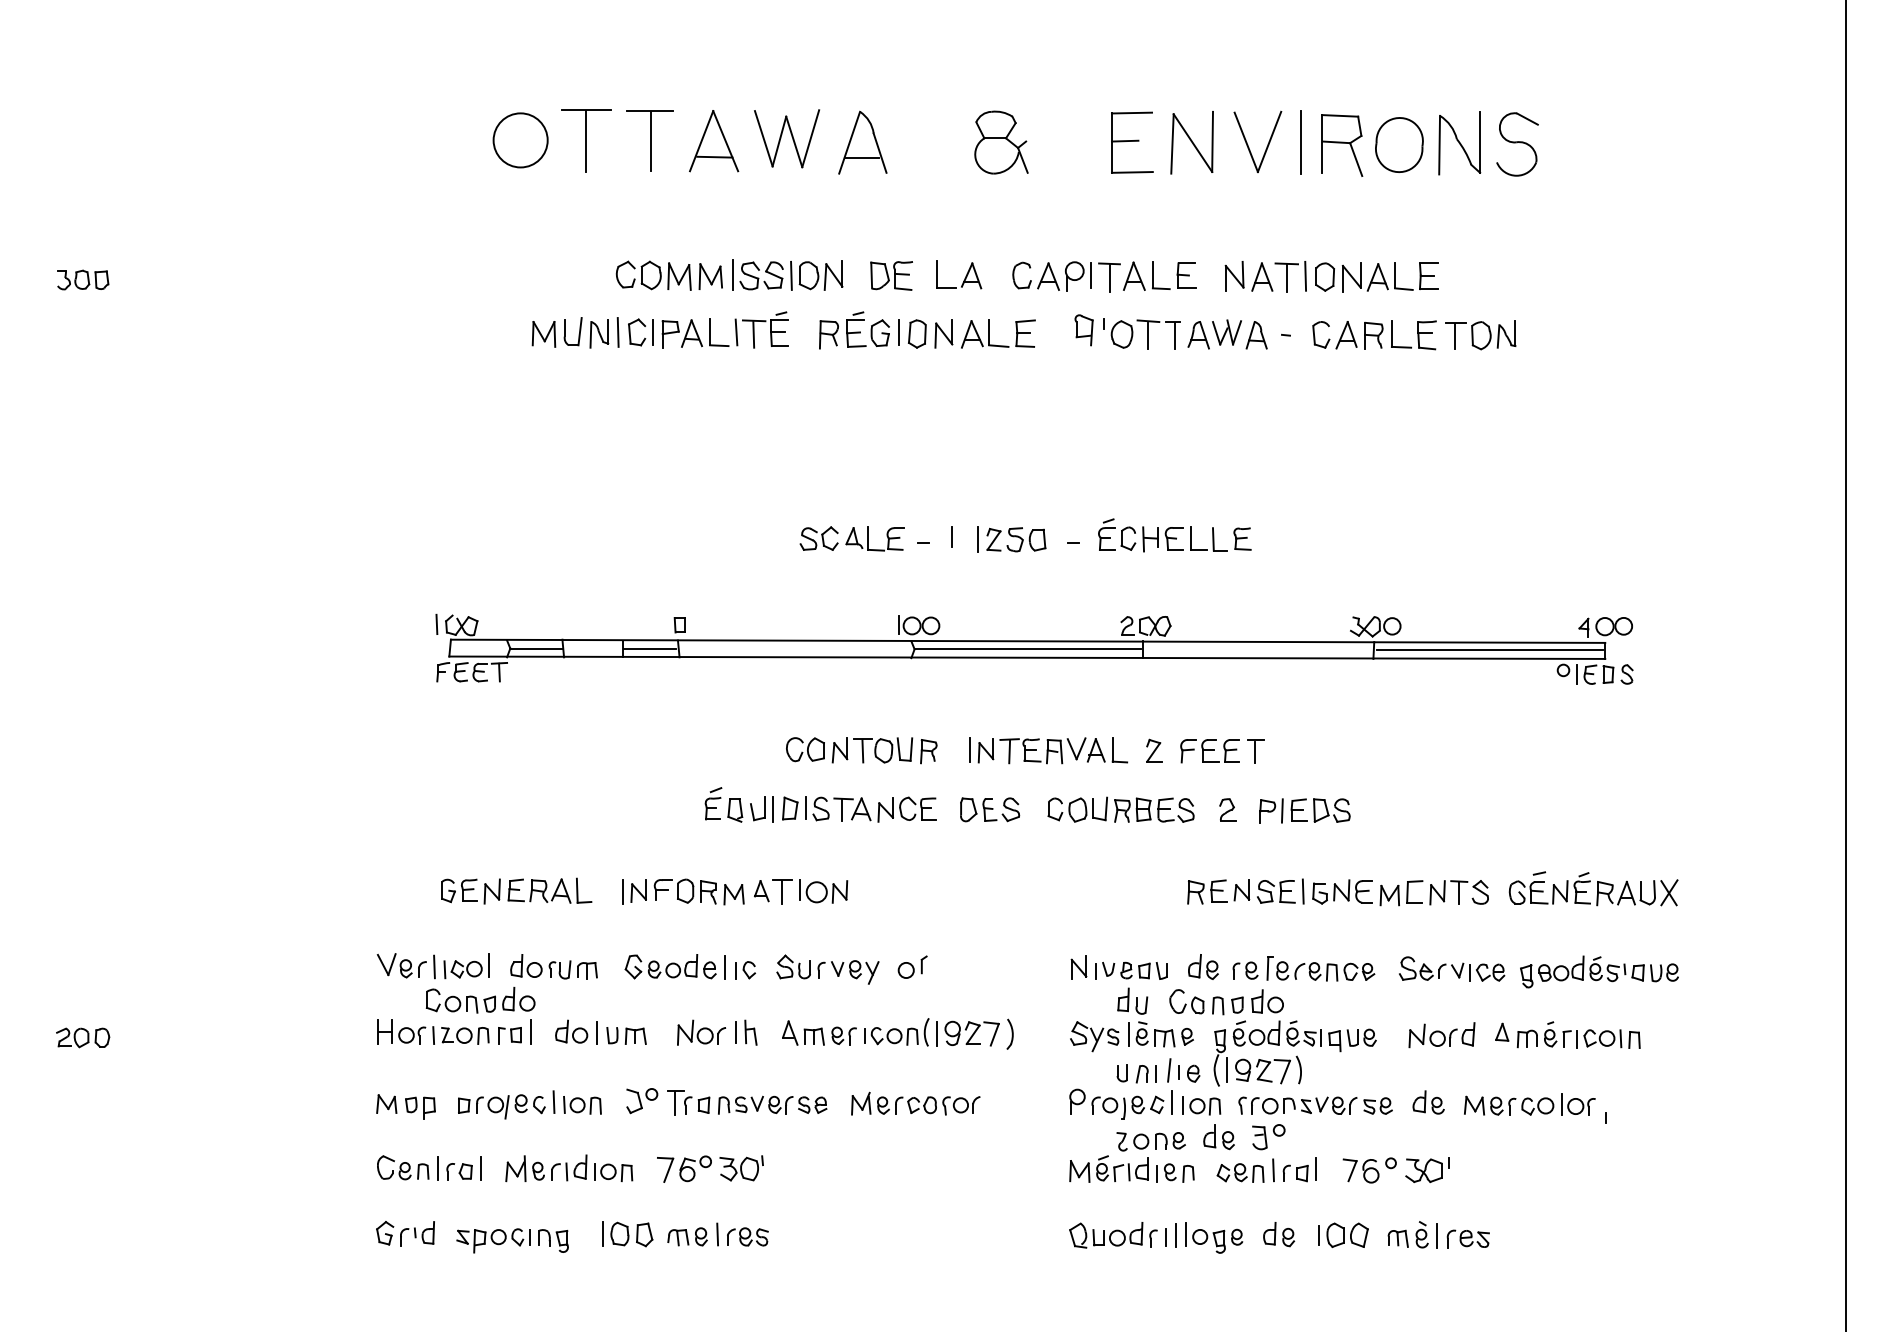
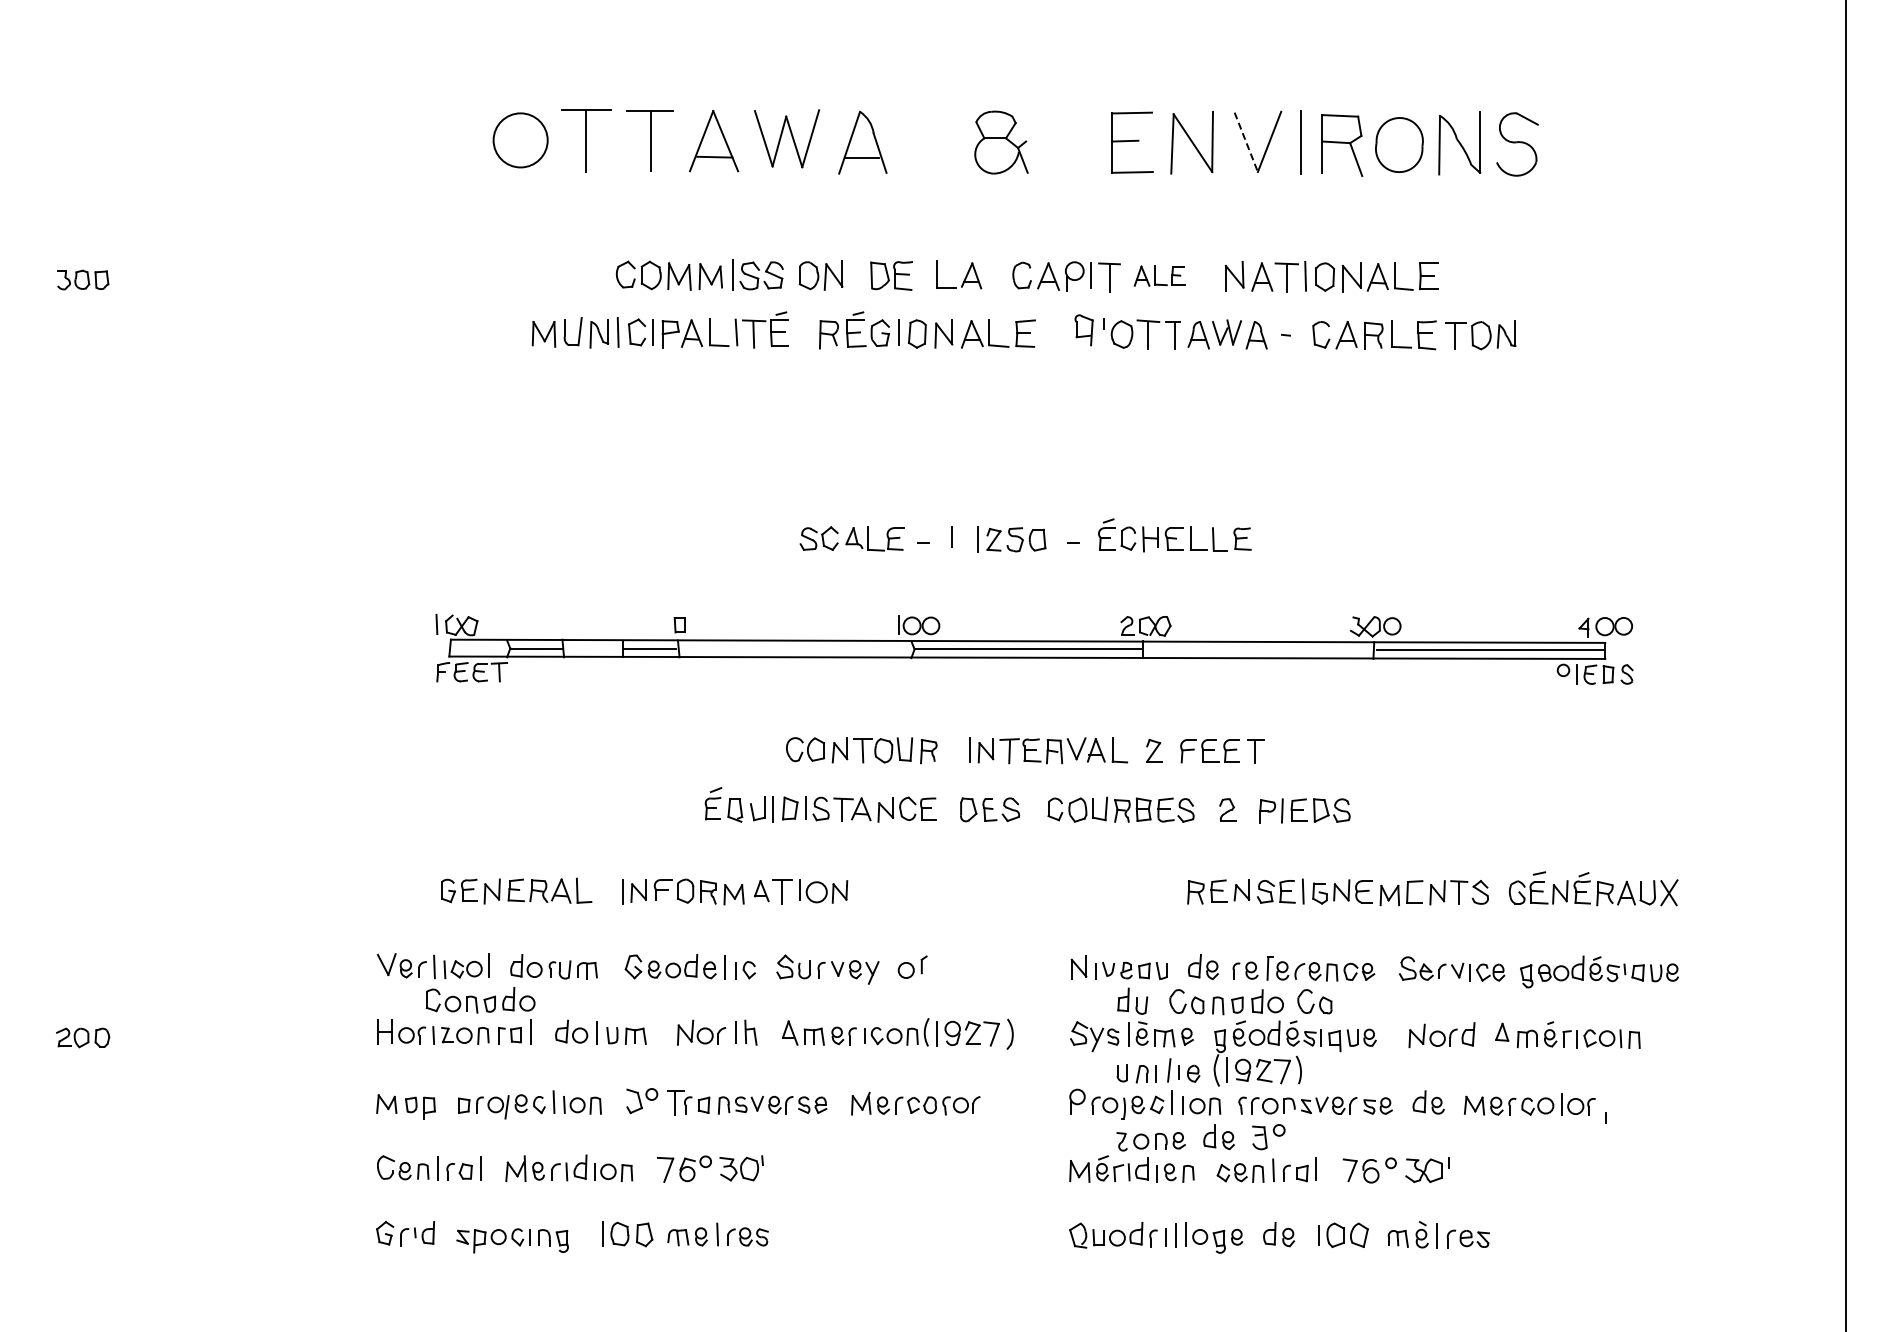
line at (1246, 142): solid -> dashed
line at (791, 275): present -> none
part at (1159, 275) size: 74x30 px -> 53x22 px
part at (1314, 1001): none -> present
